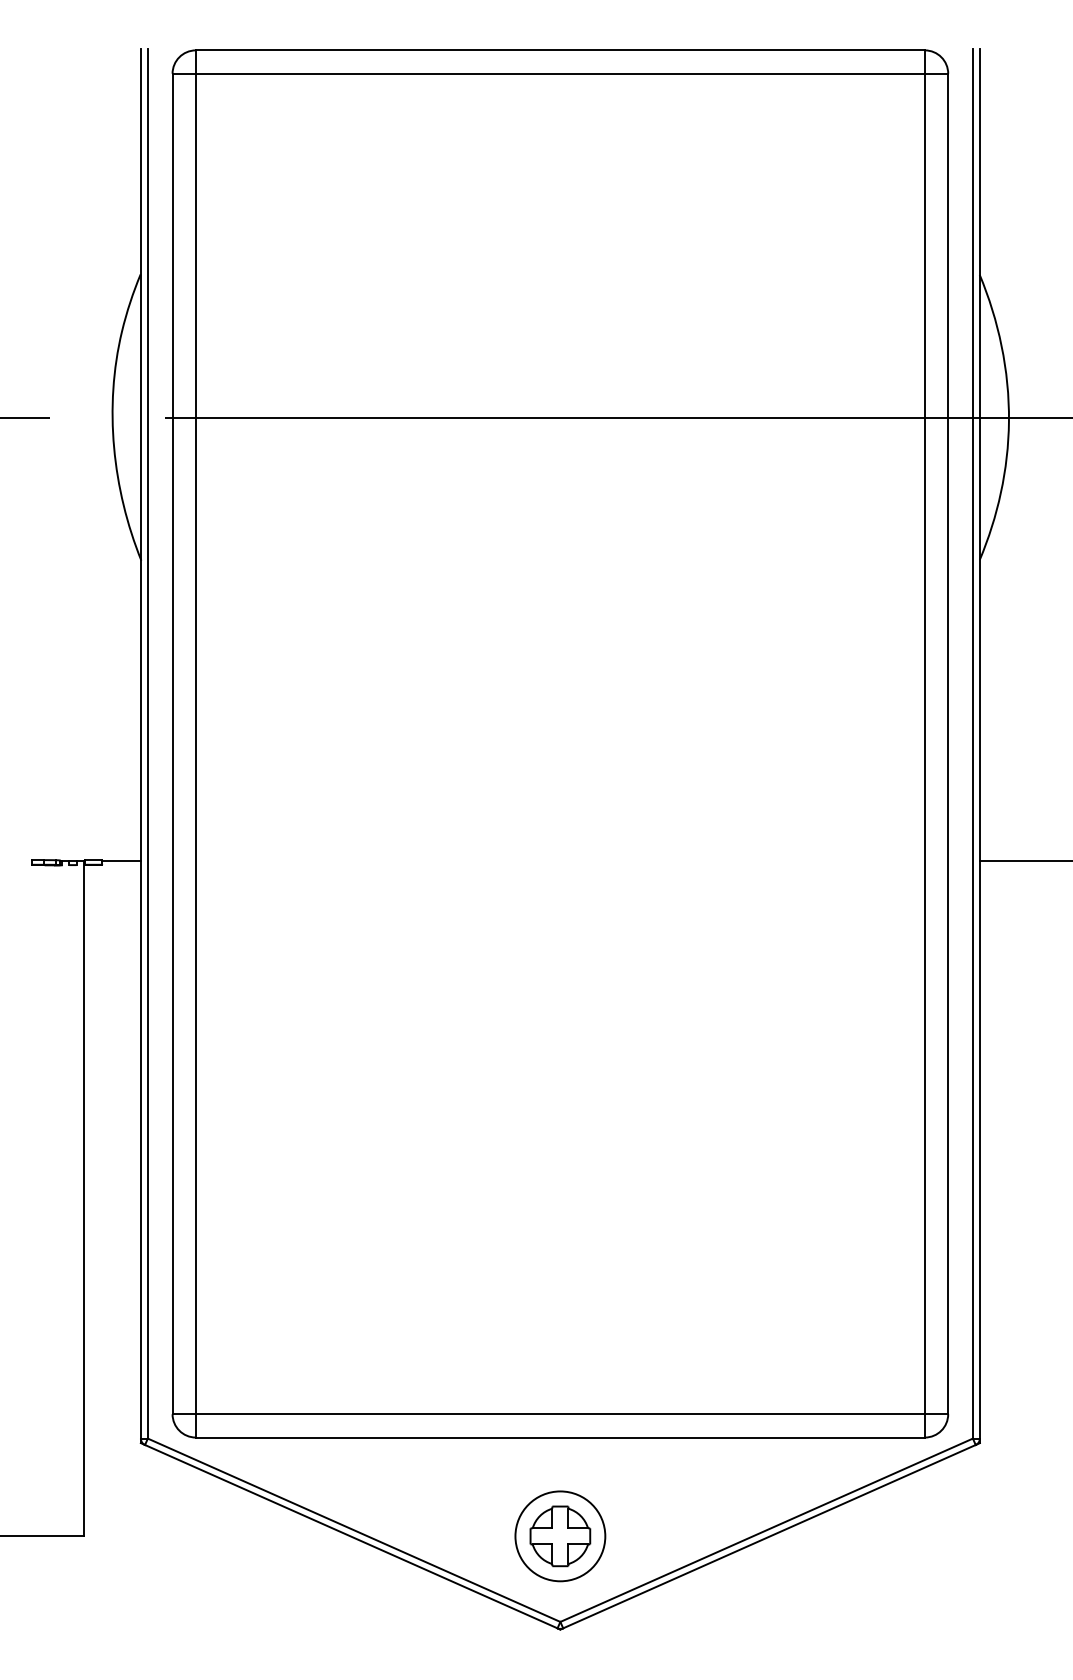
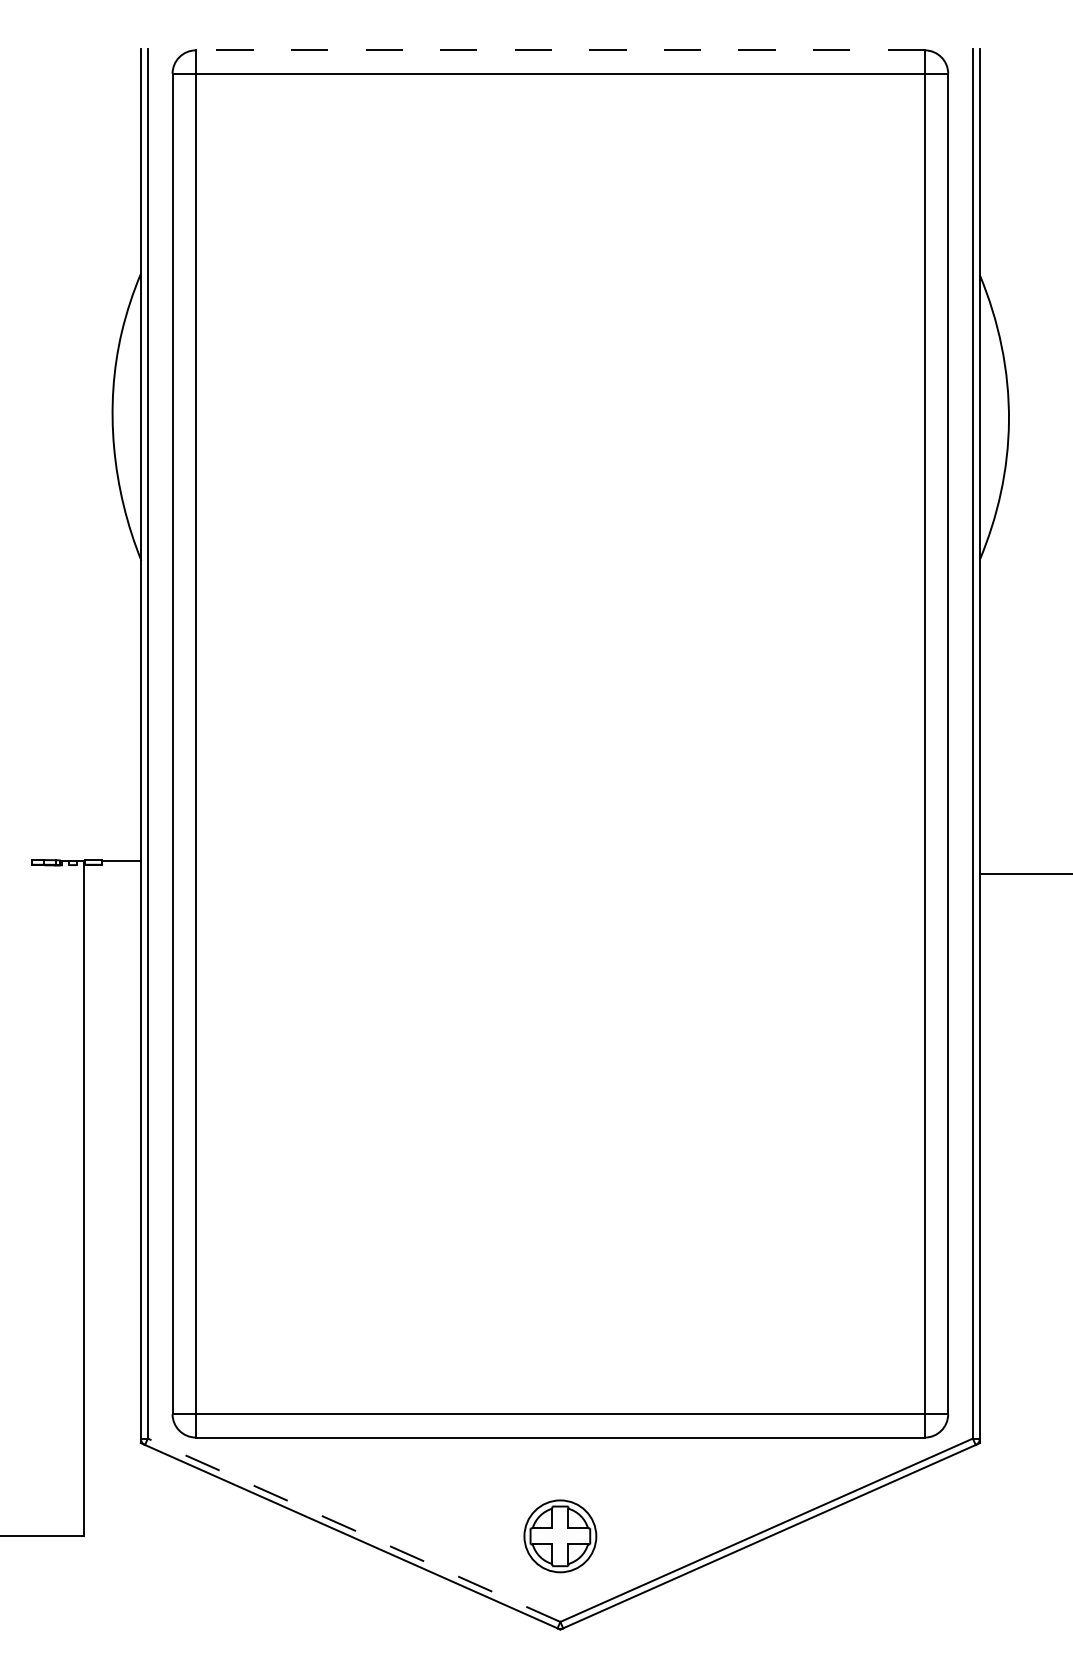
line at (560, 50): solid -> dashed
line at (535, 417): present -> none
line at (1024, 860) position: (1024, 860) -> (1024, 873)
line at (354, 1530): solid -> dashed
circle at (560, 1536) diameter: 90 px -> 72 px
